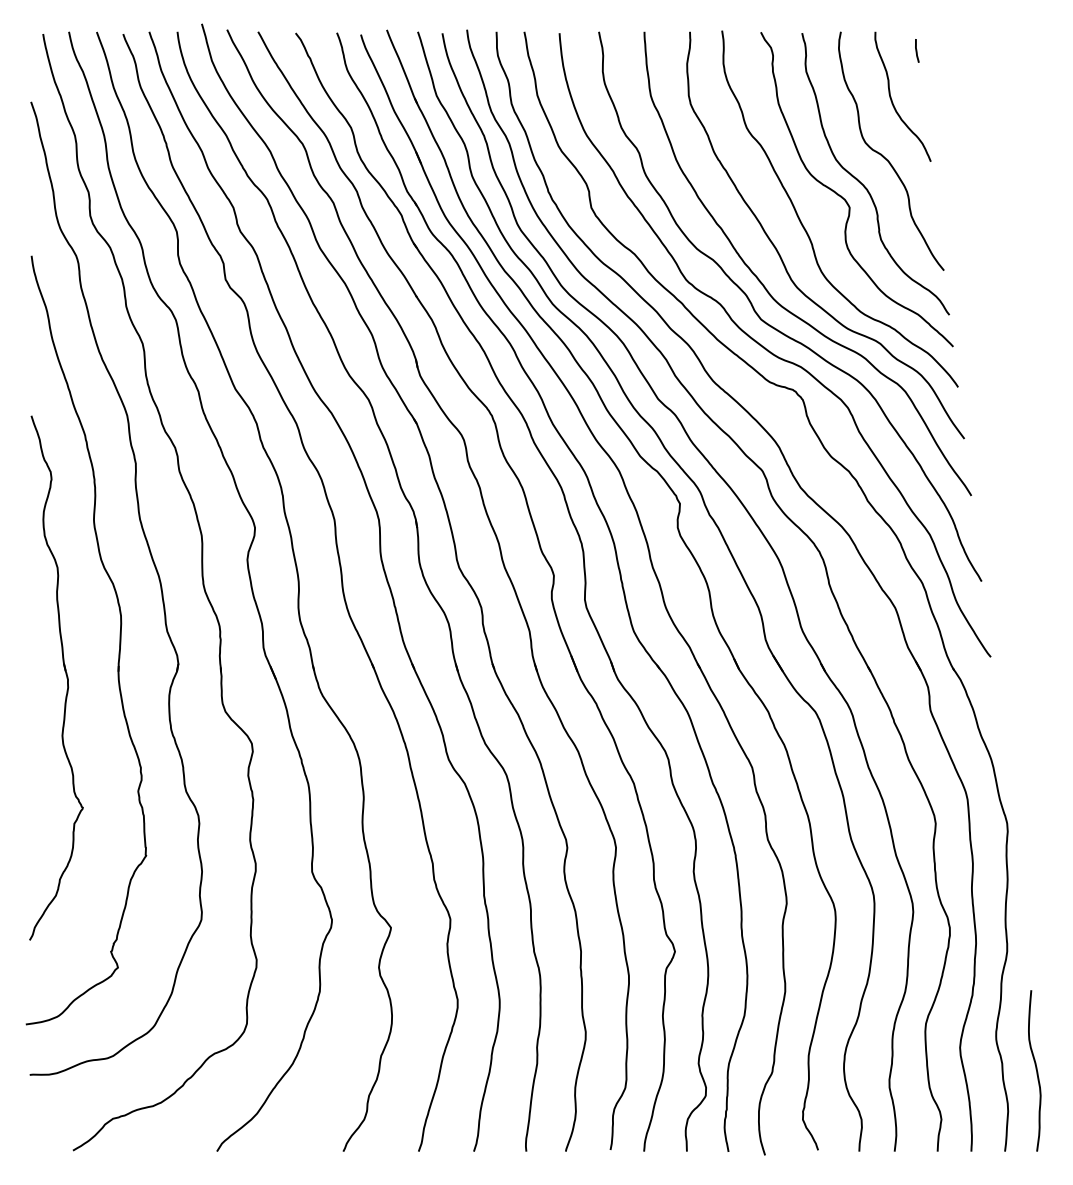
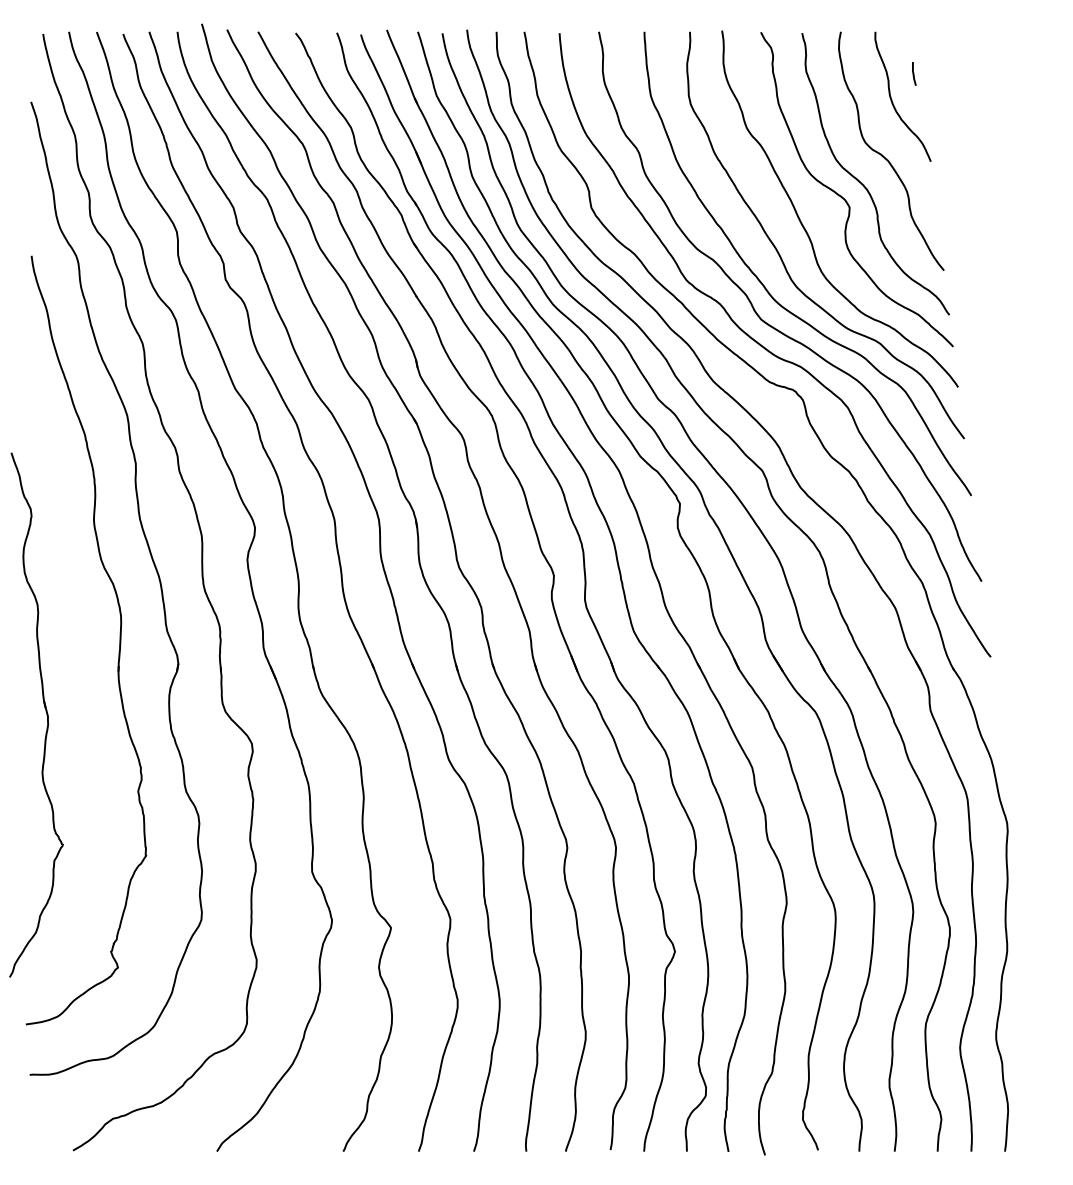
curve at (917, 50) position: (917, 50) -> (914, 73)
part at (65, 674) position: (65, 674) -> (45, 711)
curve at (1035, 1069): present -> none
